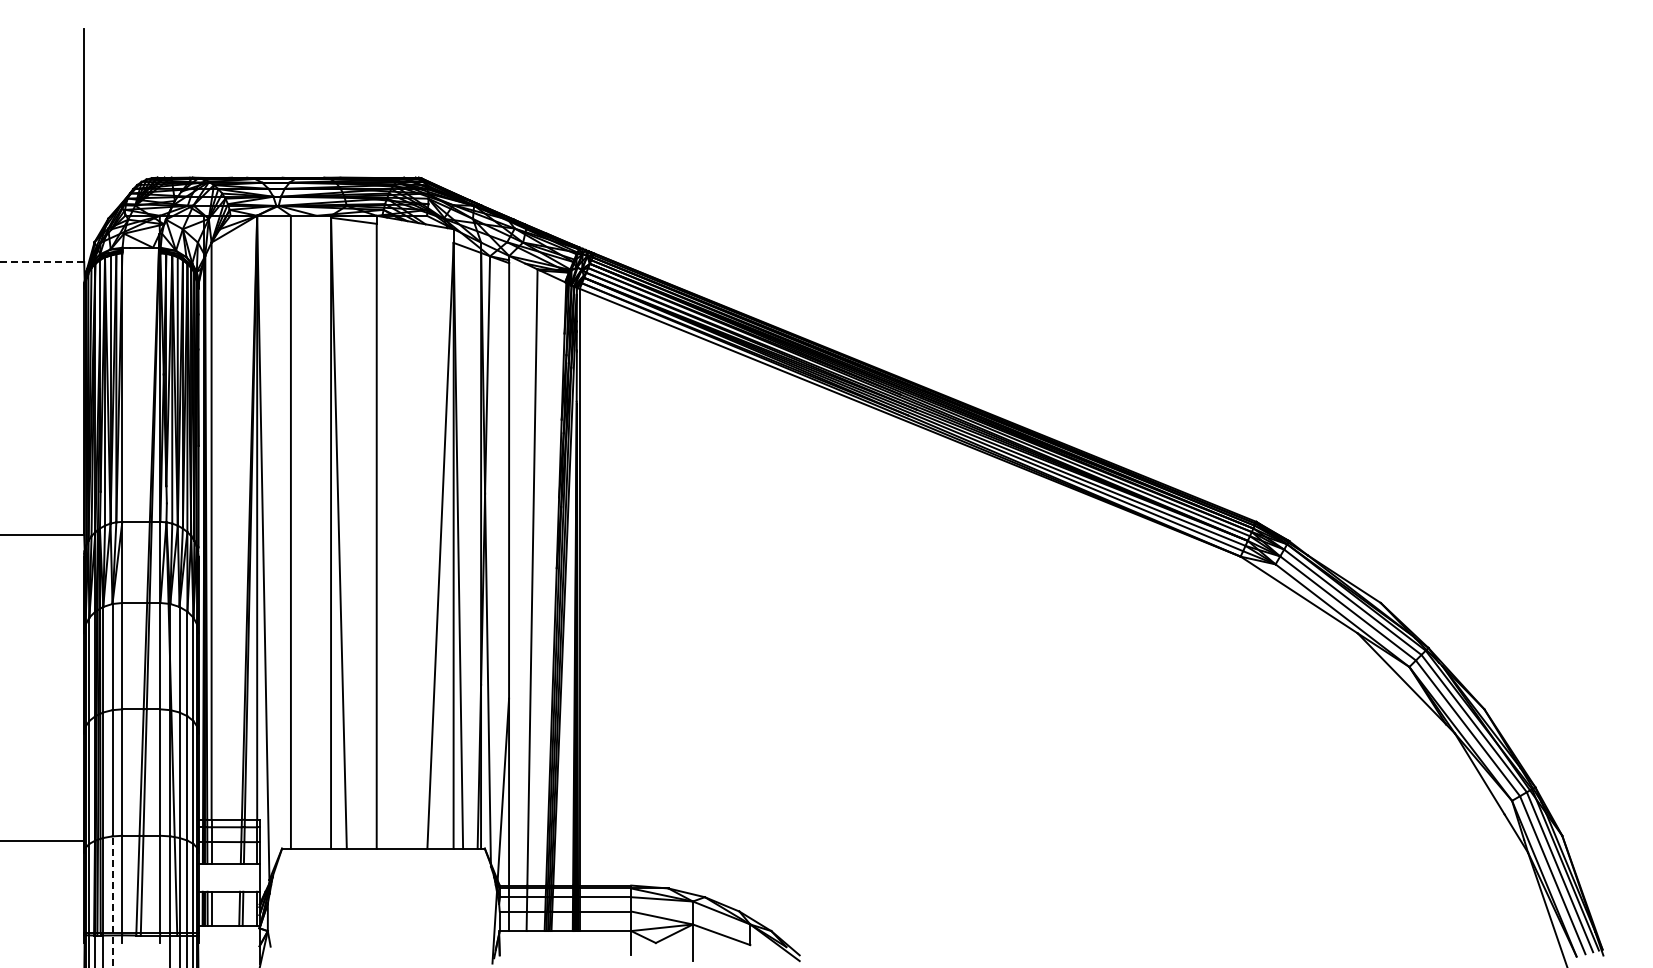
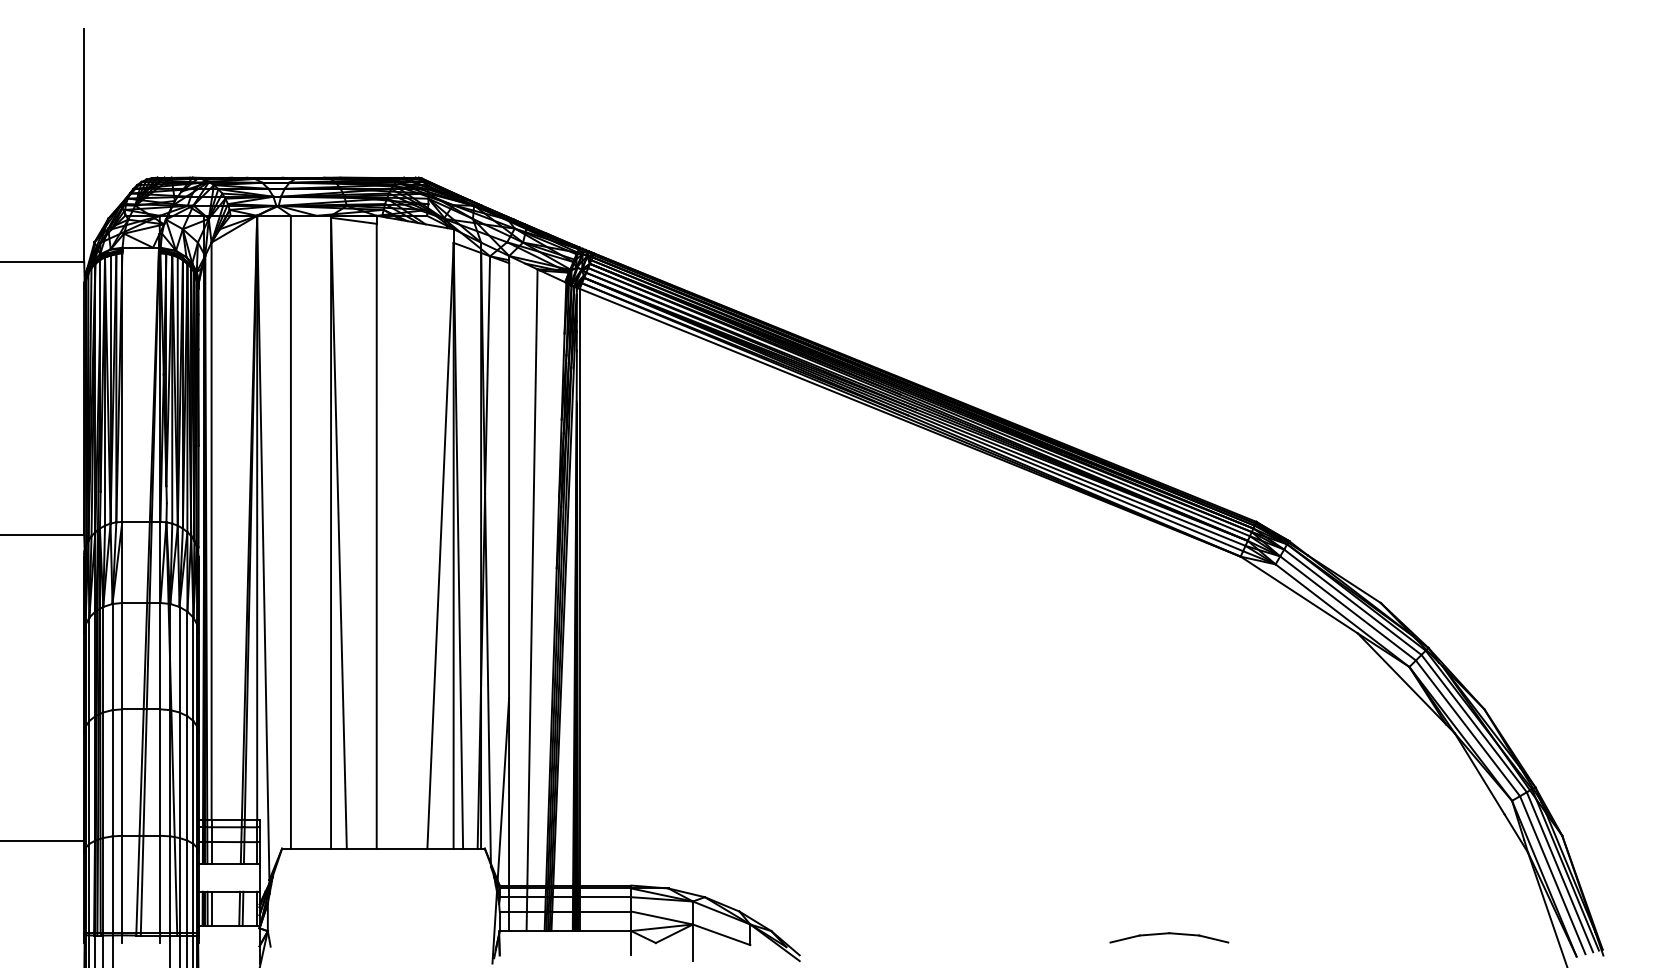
line at (42, 262): dashed -> solid
line at (112, 901): dashed -> solid
part at (1169, 937): none -> present
